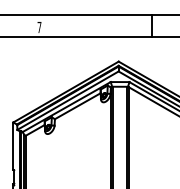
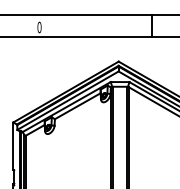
text at (39, 27): 7 -> 0
